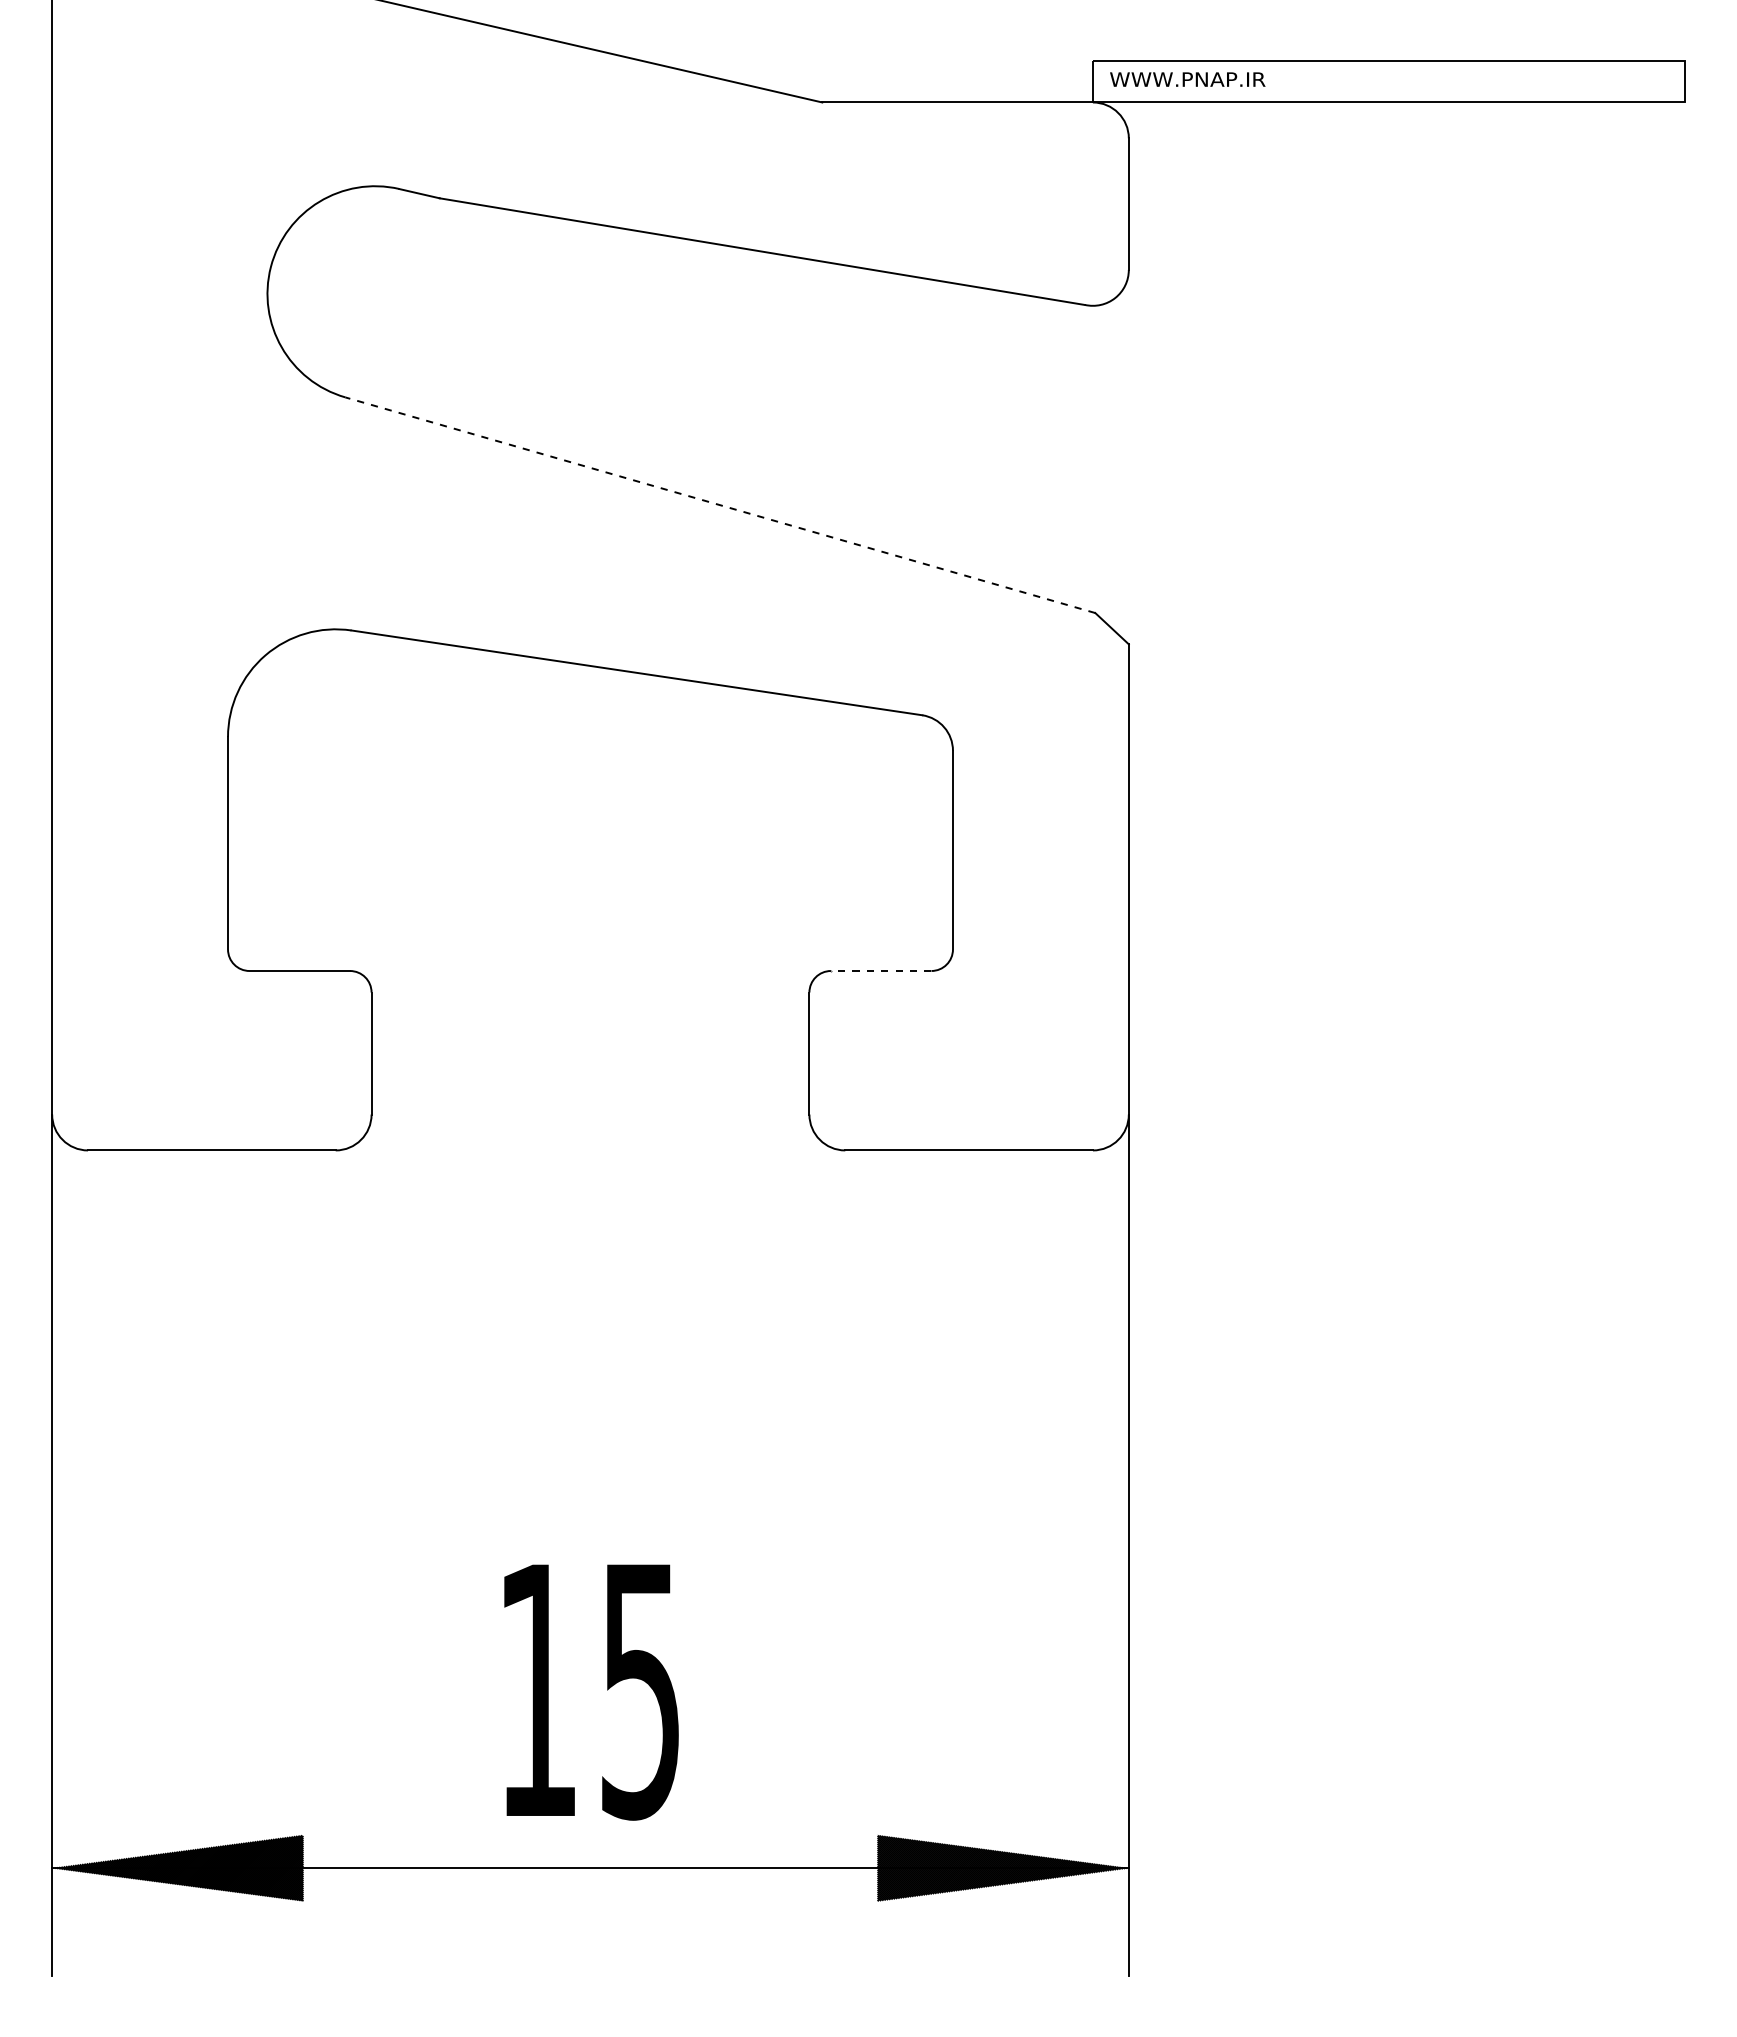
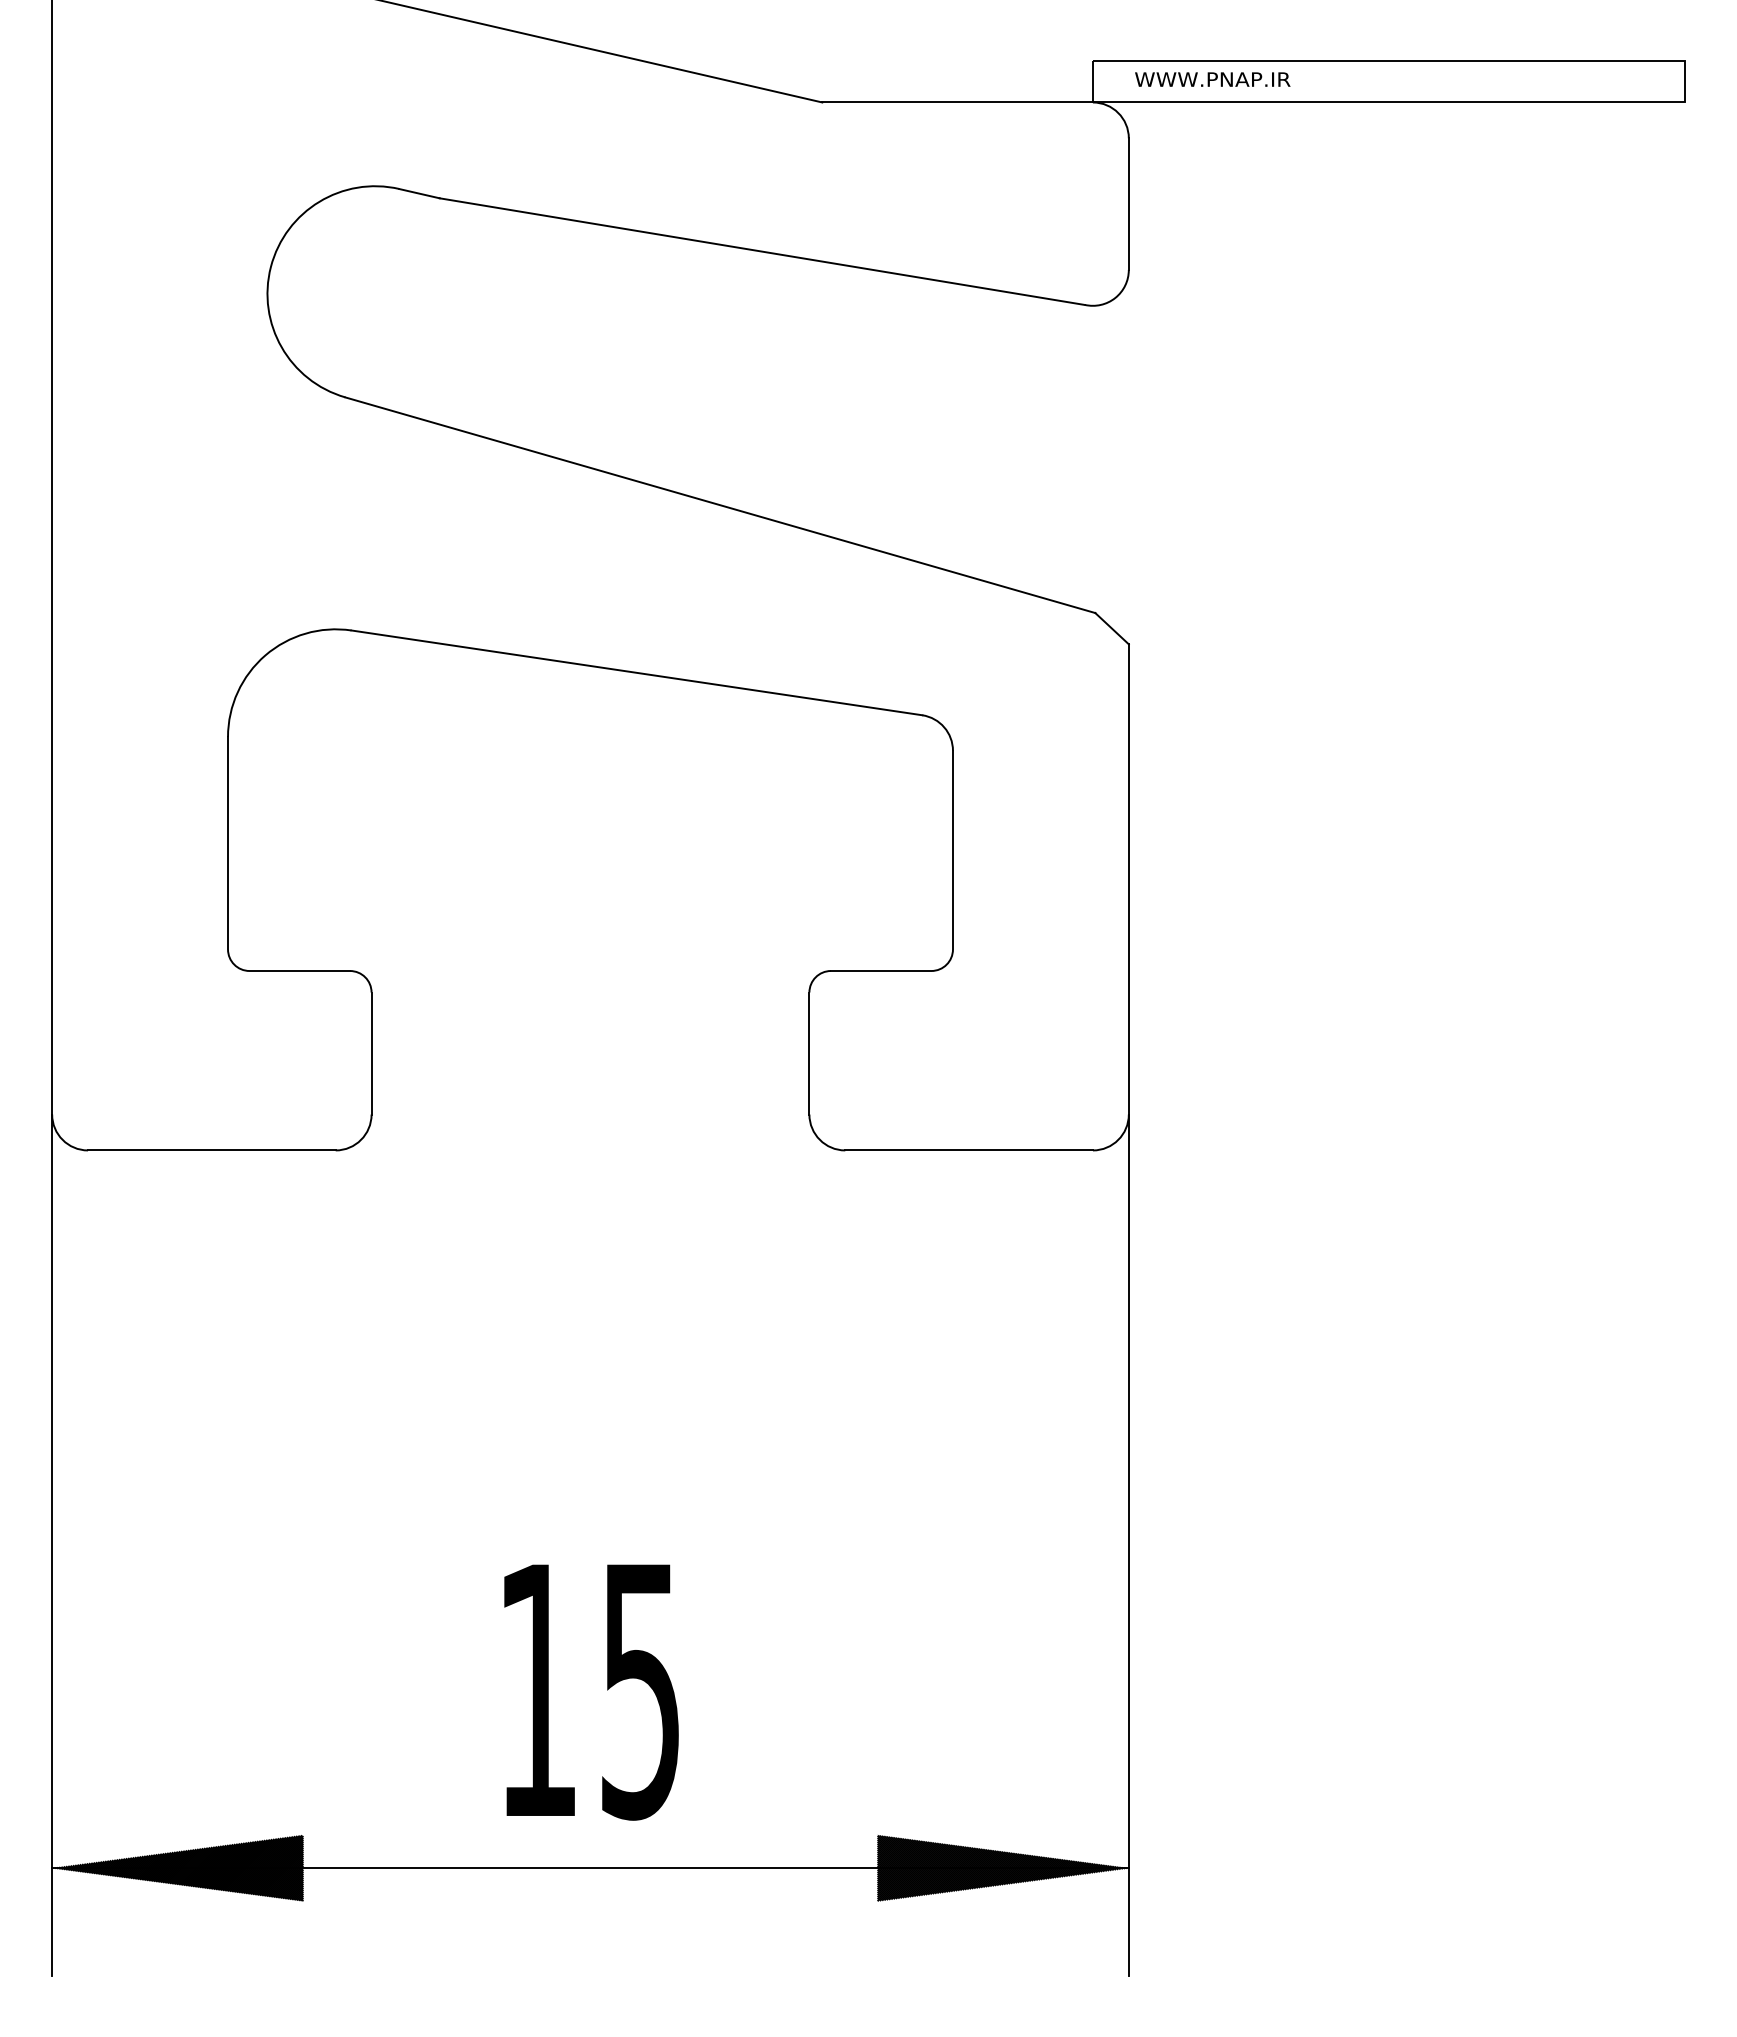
text at (1187, 79) position: (1187, 79) -> (1212, 79)
line at (719, 505): dashed -> solid
line at (880, 971): dashed -> solid
